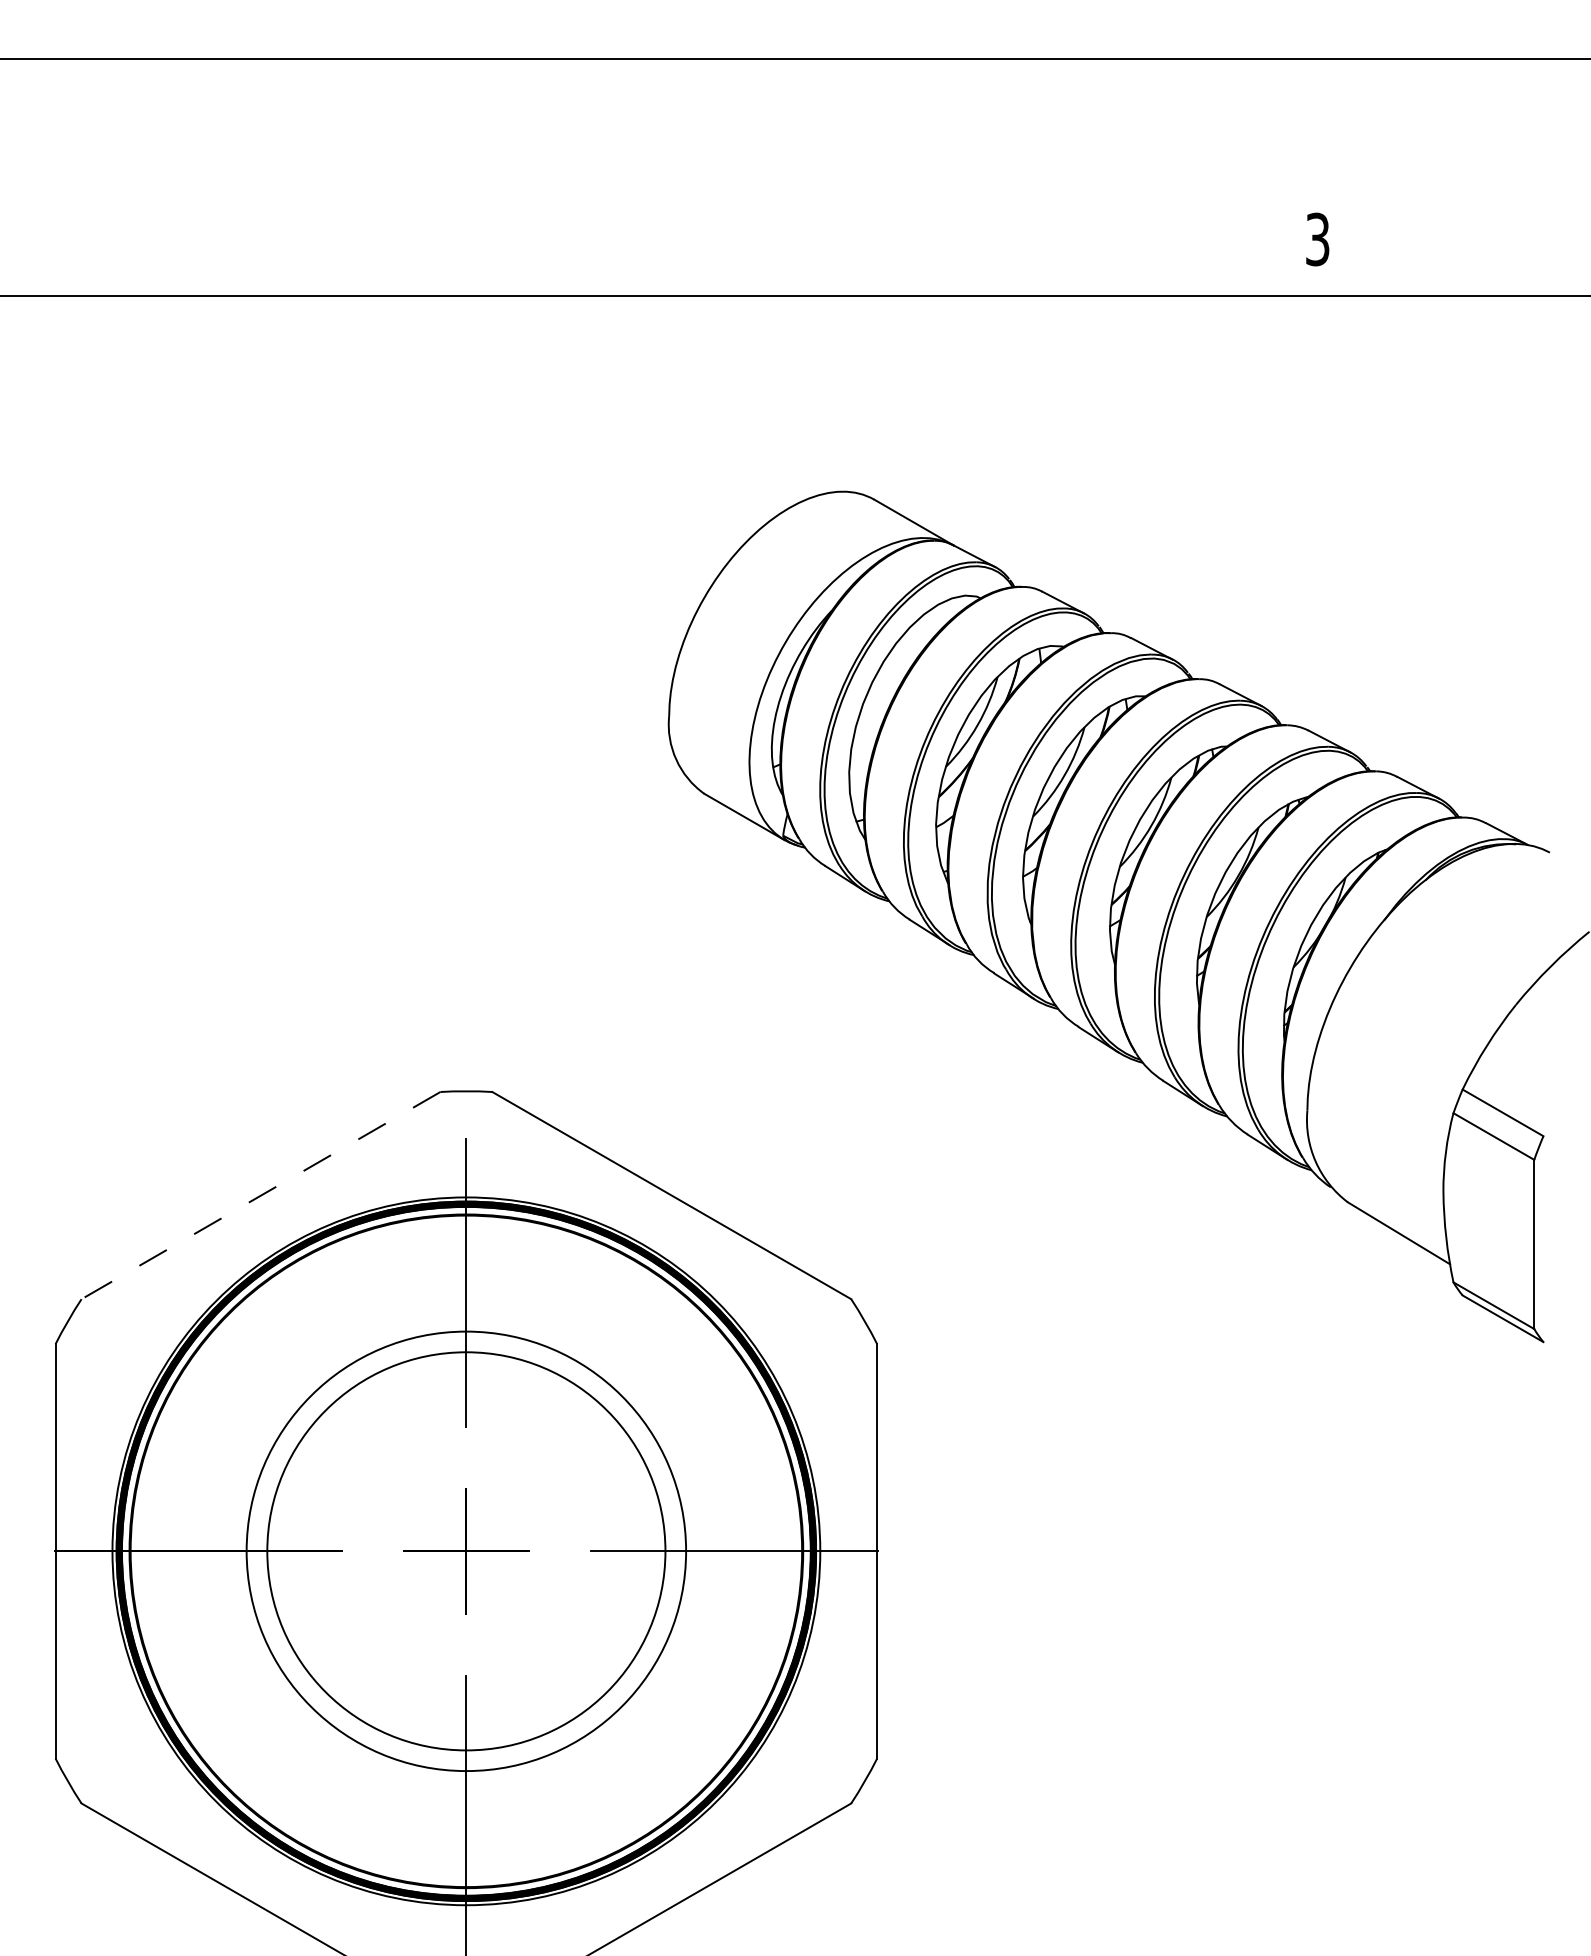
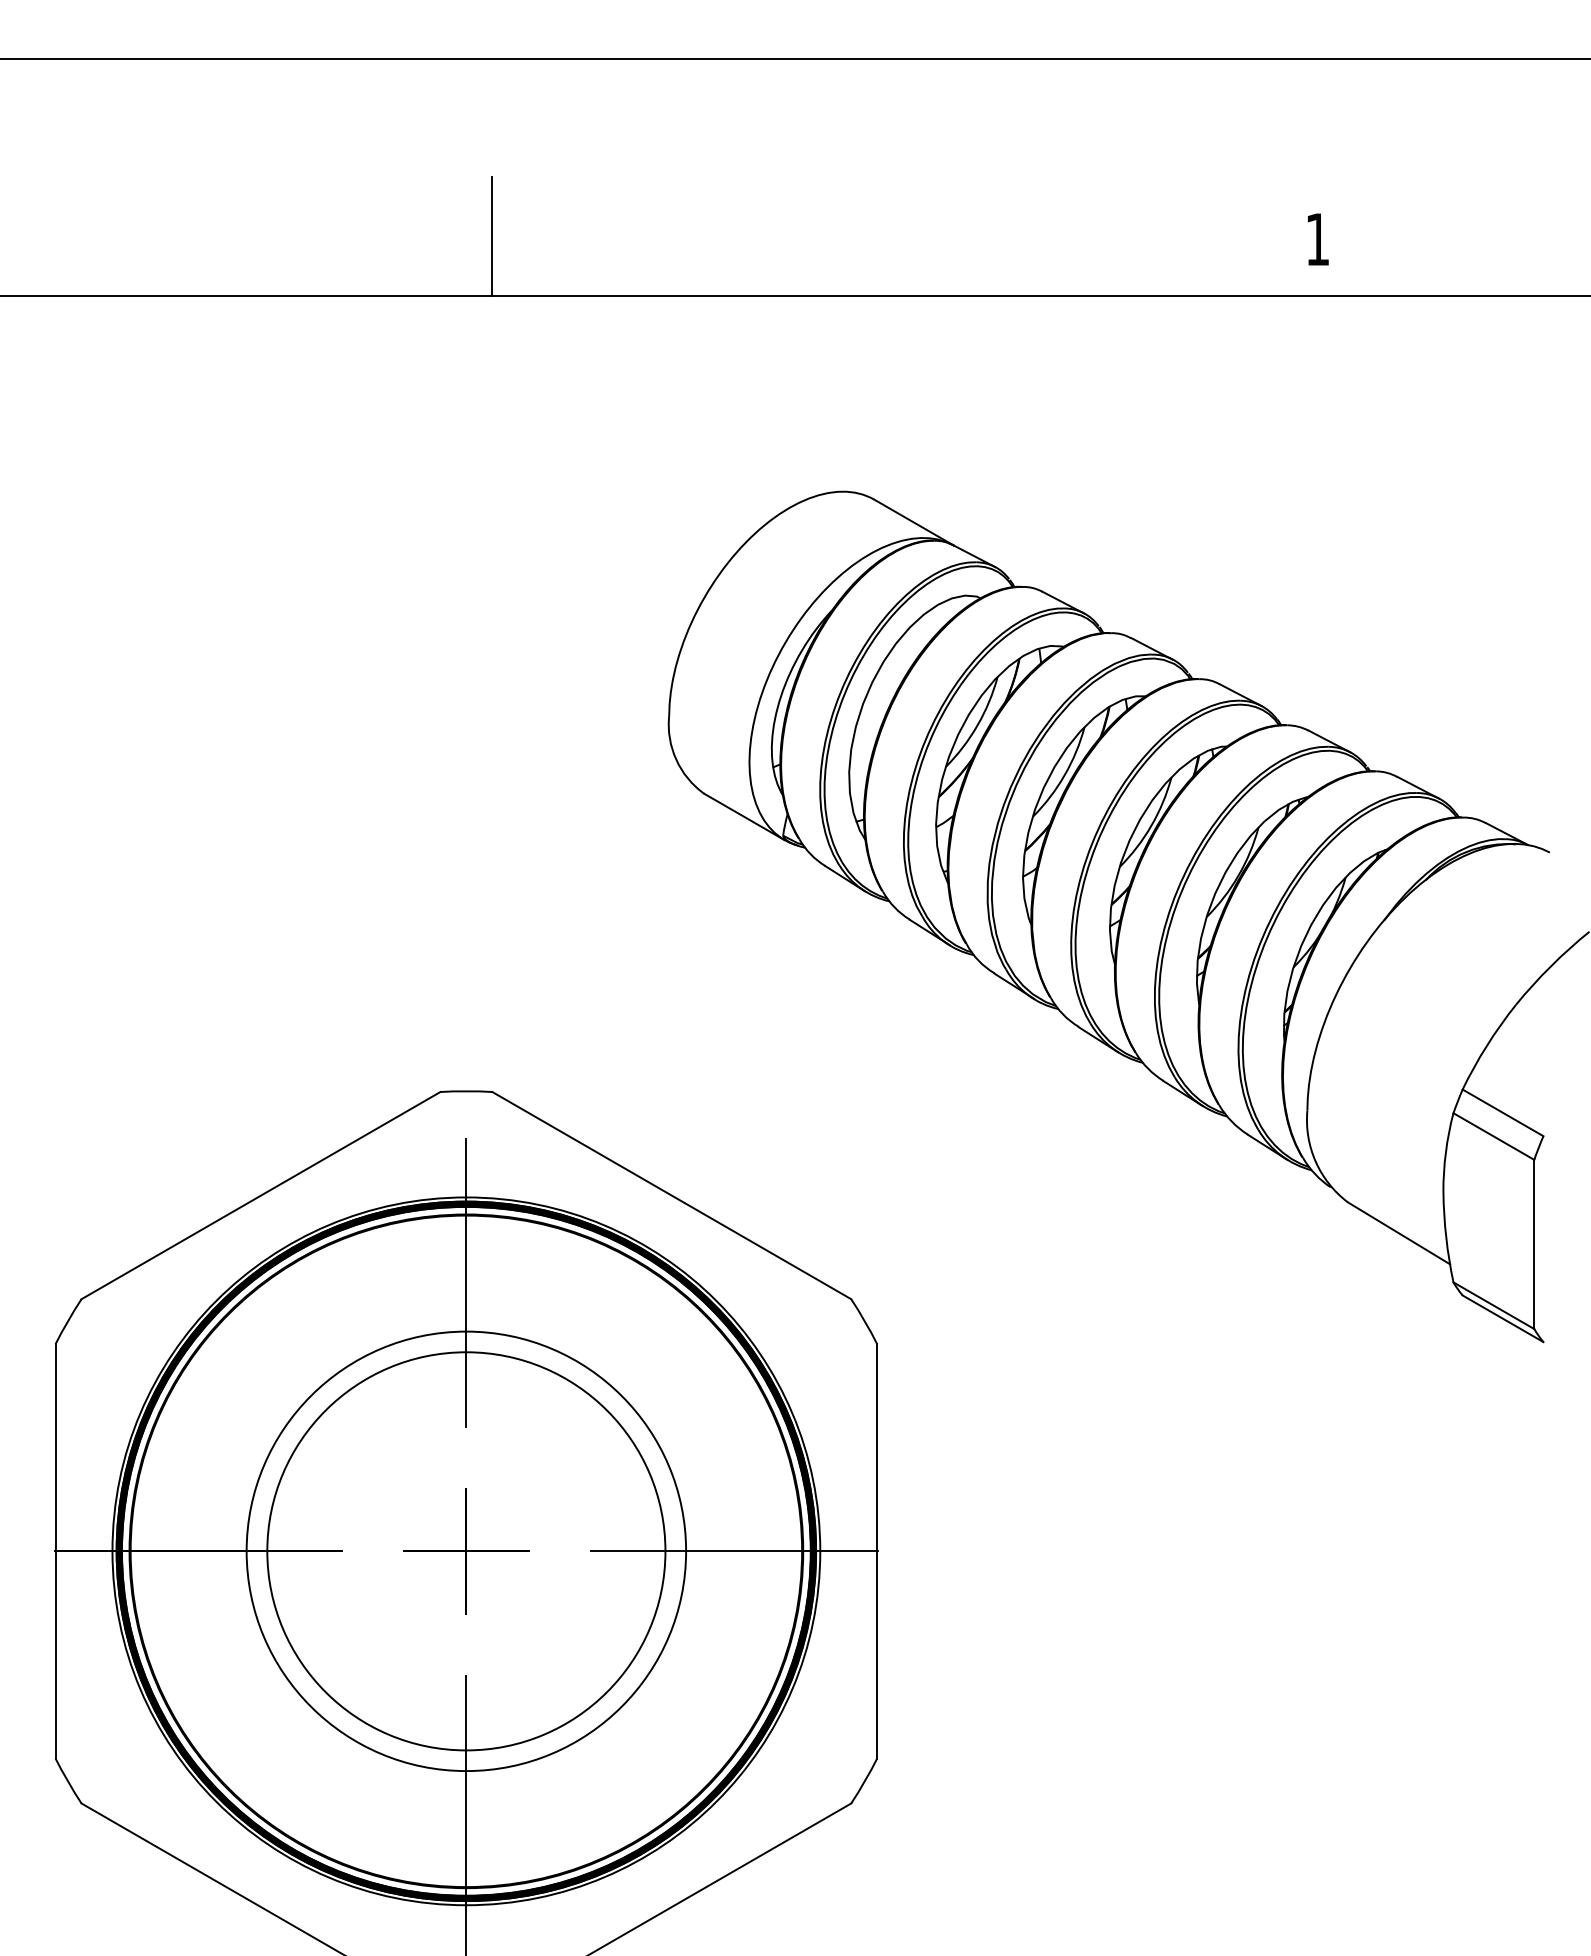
line at (491, 236): none -> present
text at (1317, 239): 3 -> 1
line at (260, 1195): dashed -> solid
